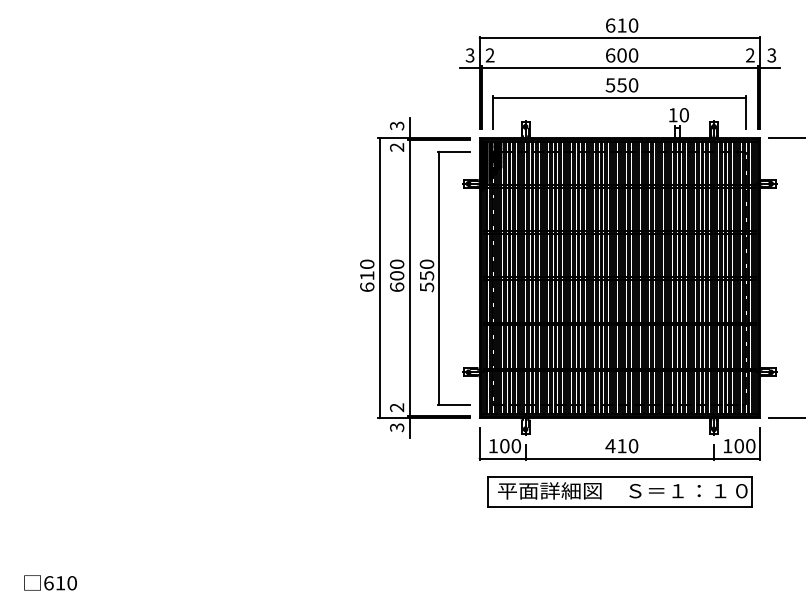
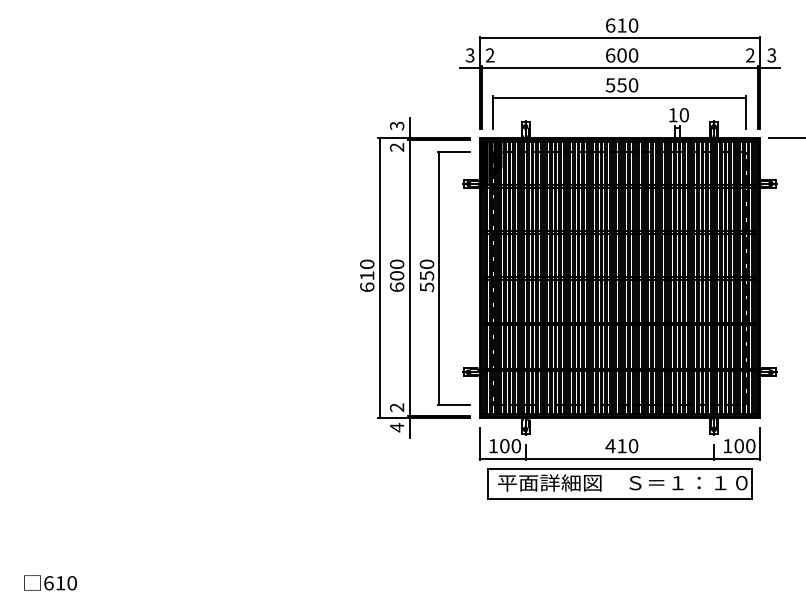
line at (785, 418): present -> none
text at (397, 427): 3 -> 4
part at (619, 491) position: (619, 491) -> (619, 483)
